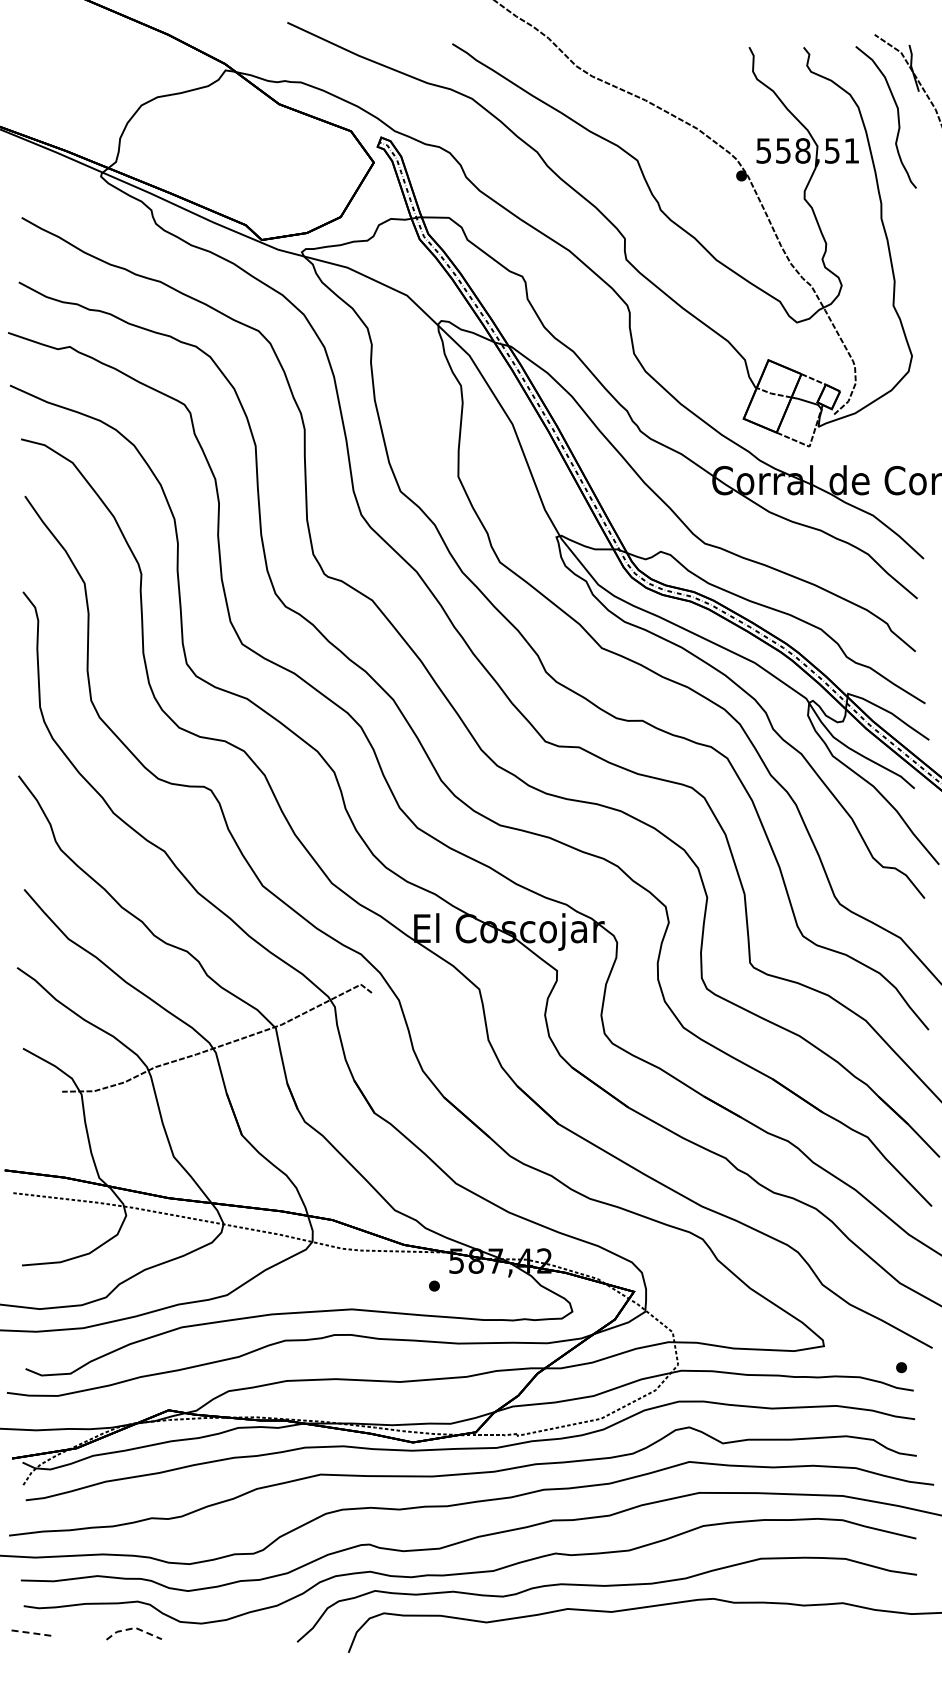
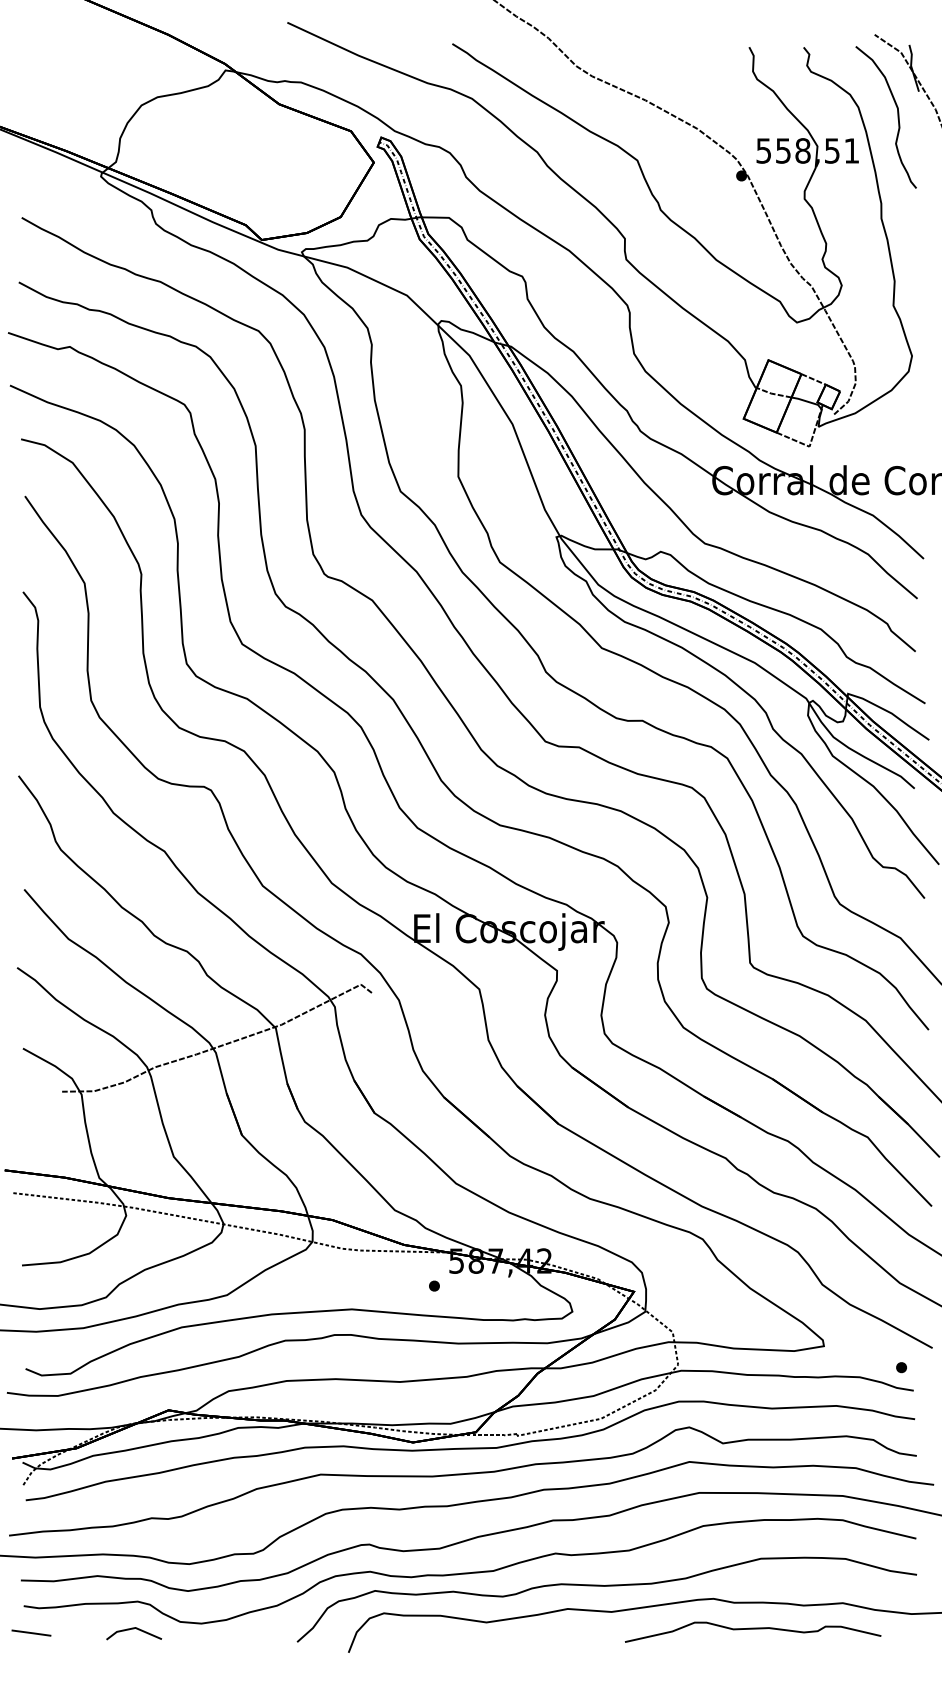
line at (133, 1628): dashed -> solid
curve at (753, 1629): none -> present
line at (32, 1633): dashed -> solid
